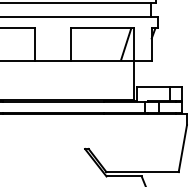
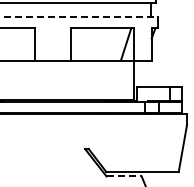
line at (79, 17): solid -> dashed
line at (124, 176): solid -> dashed
